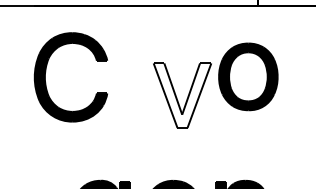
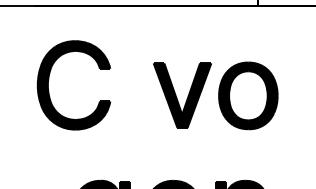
part at (248, 76) position: (248, 76) -> (248, 95)
part at (46, 82) position: (46, 82) -> (49, 90)
fill at (182, 95): none -> present
